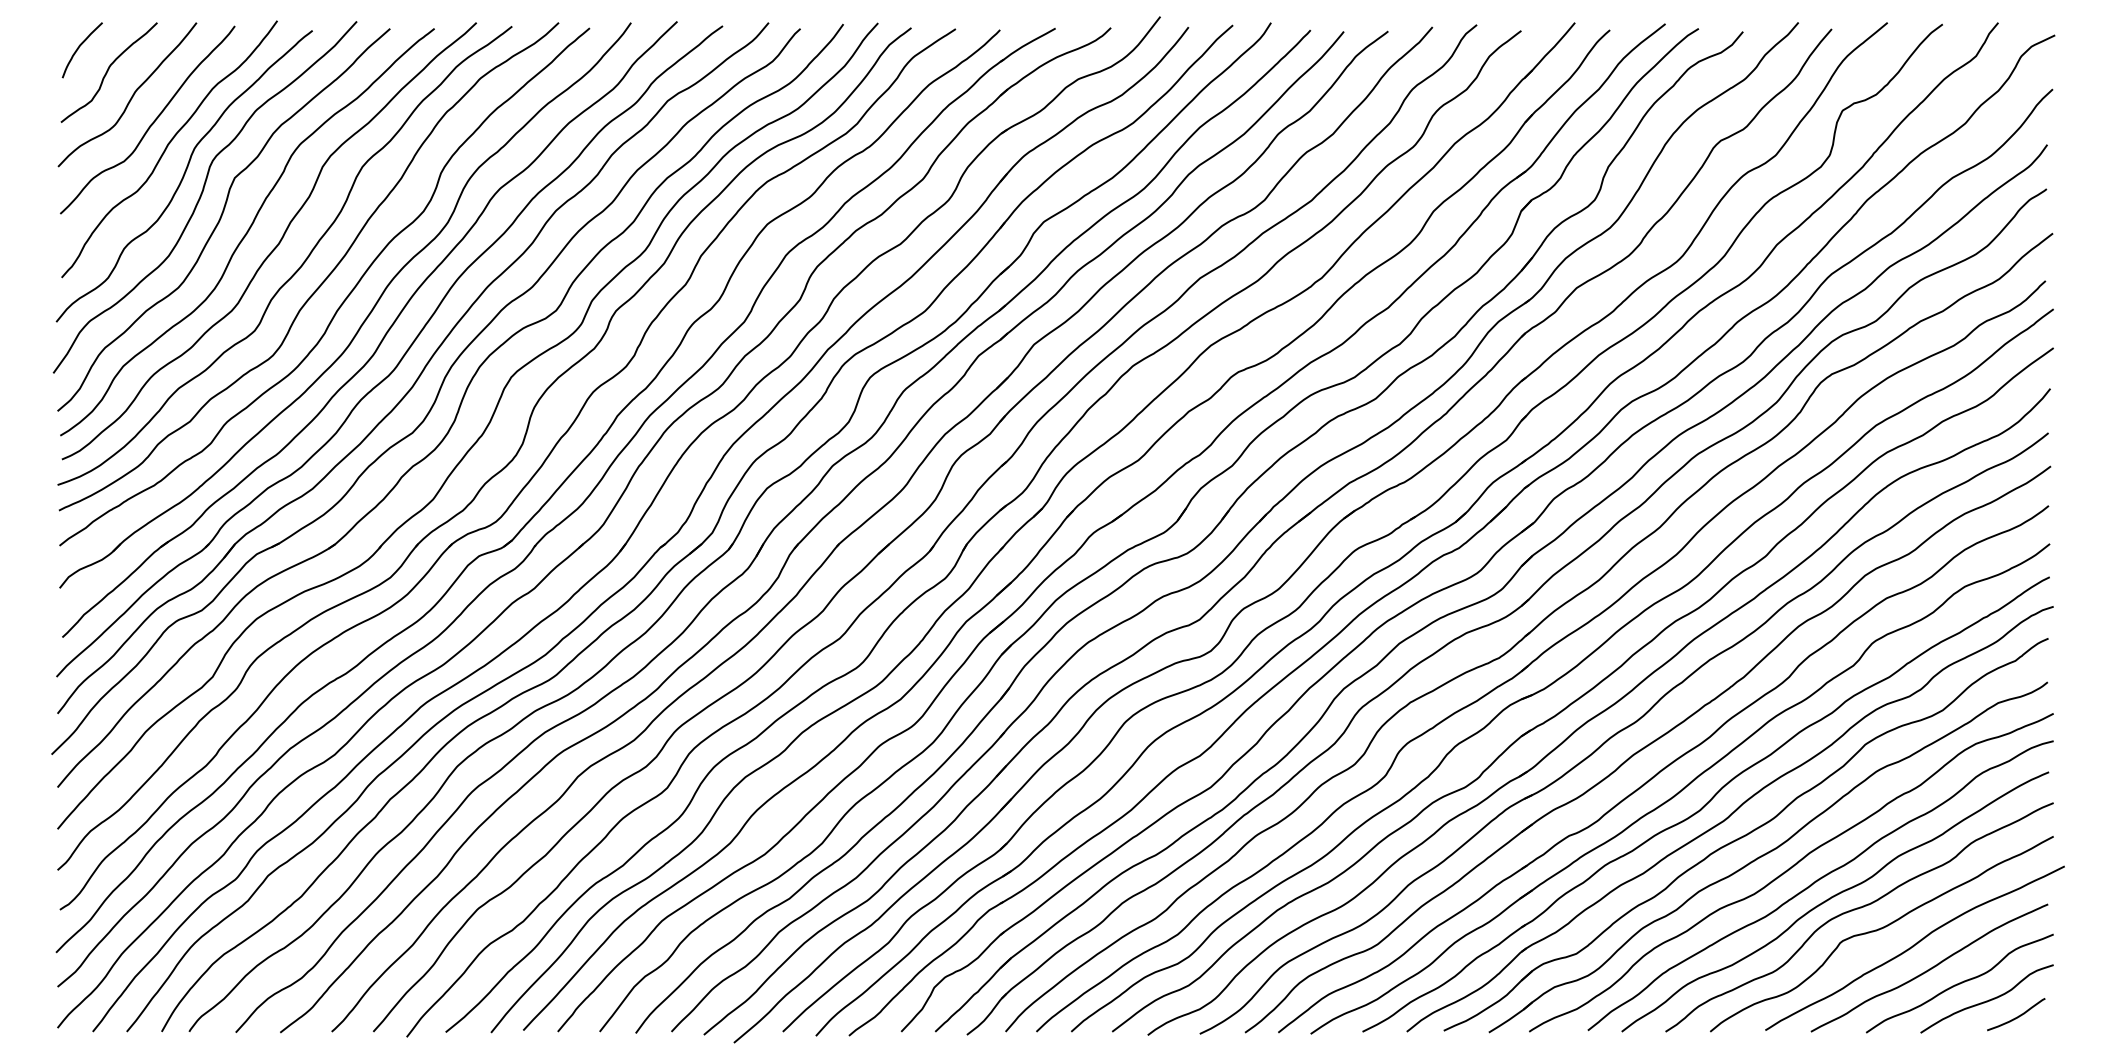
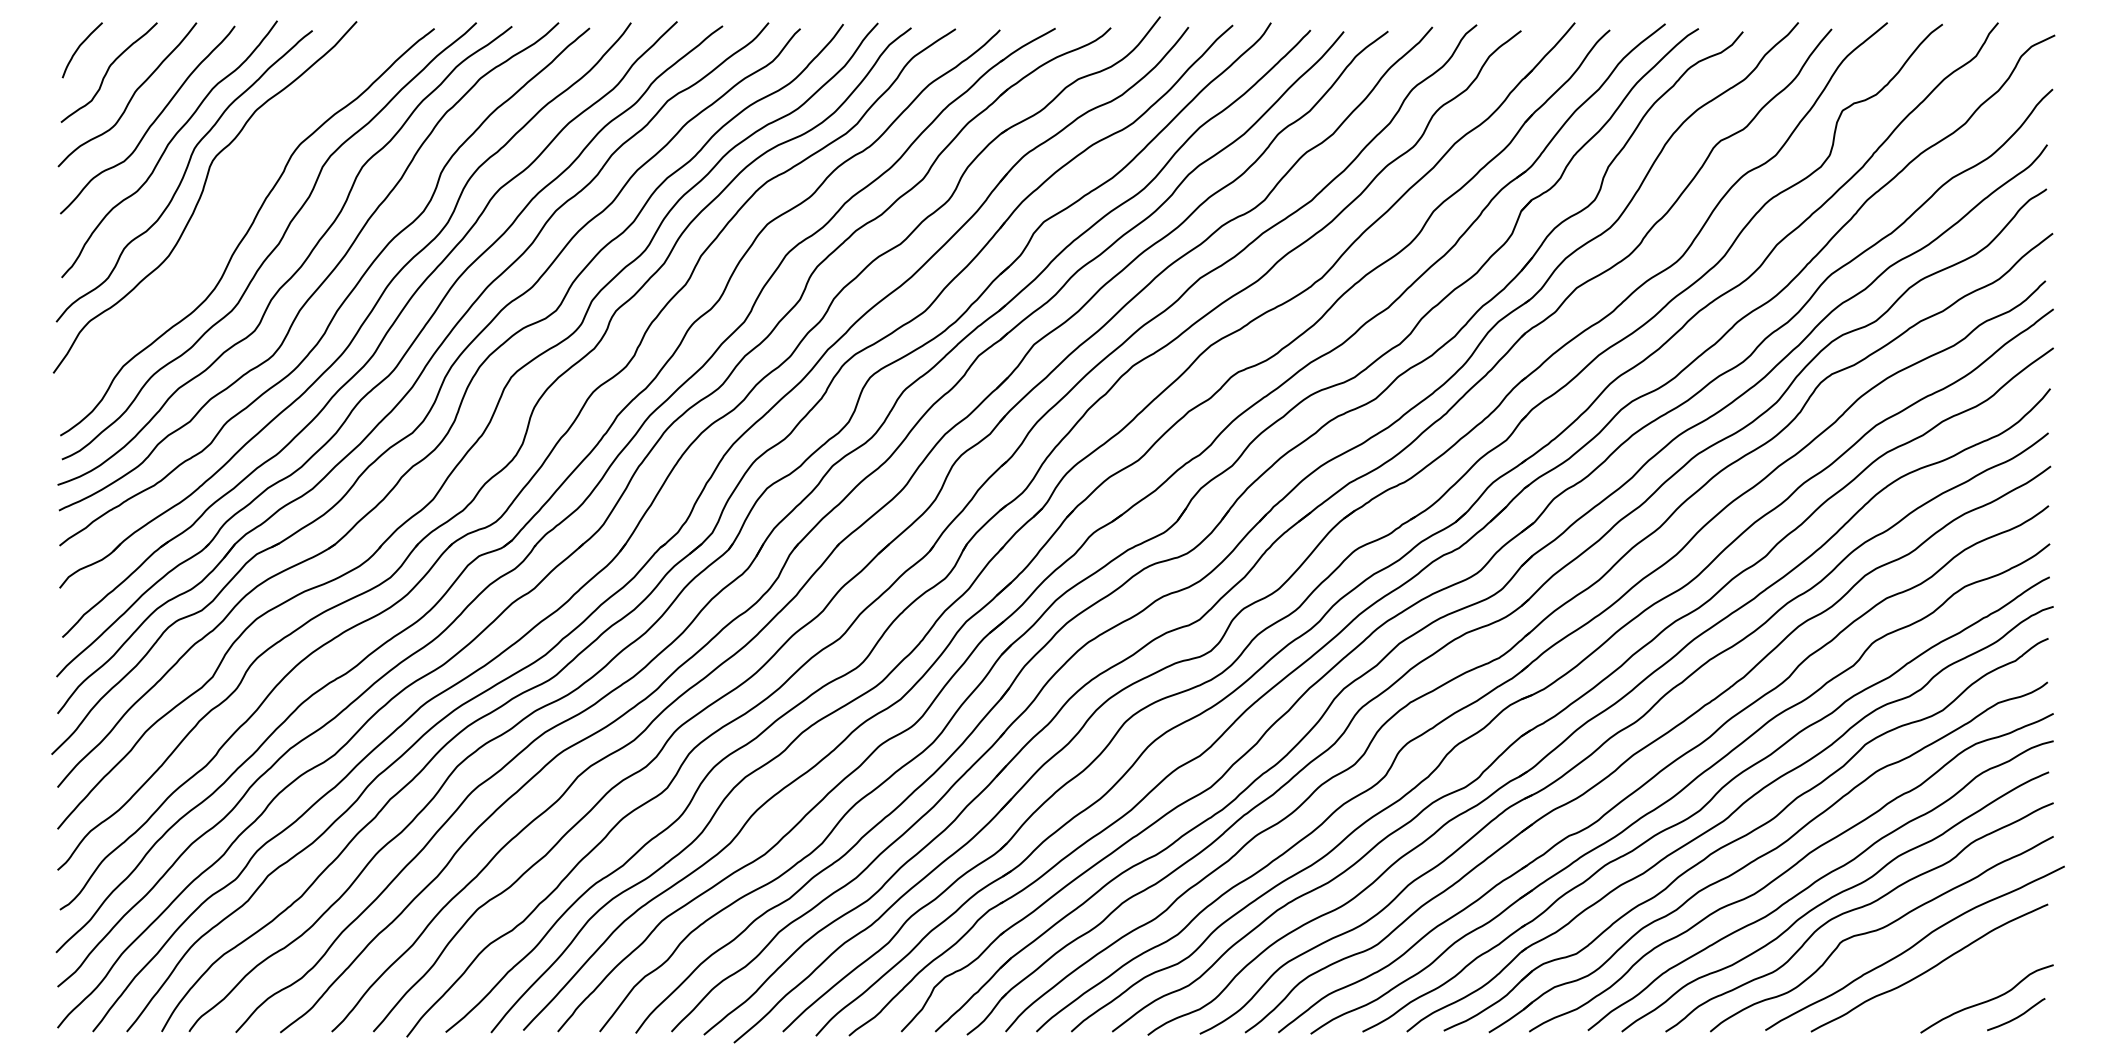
curve at (221, 218): present -> none
curve at (1959, 983): present -> none
